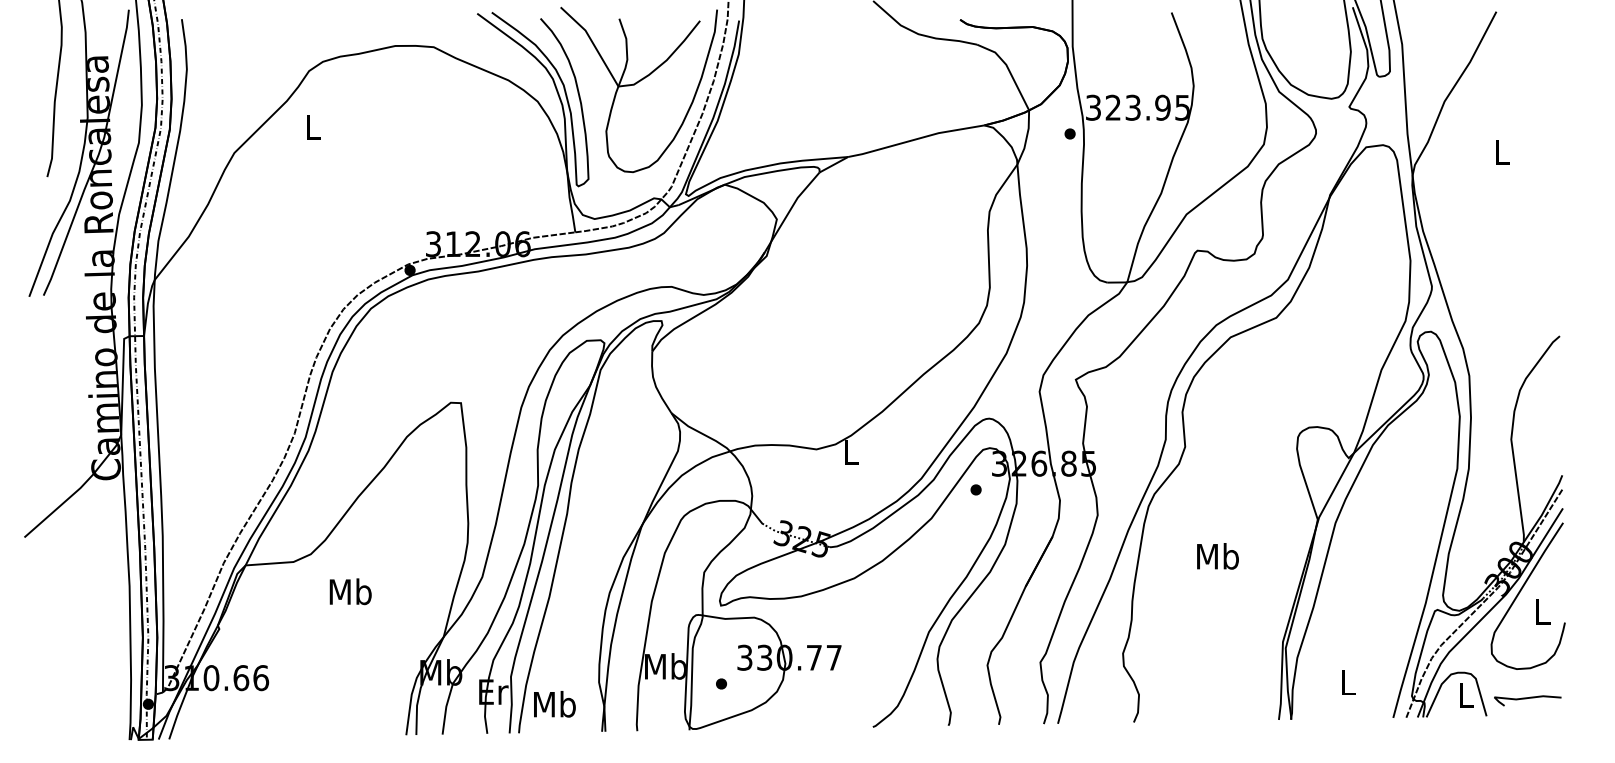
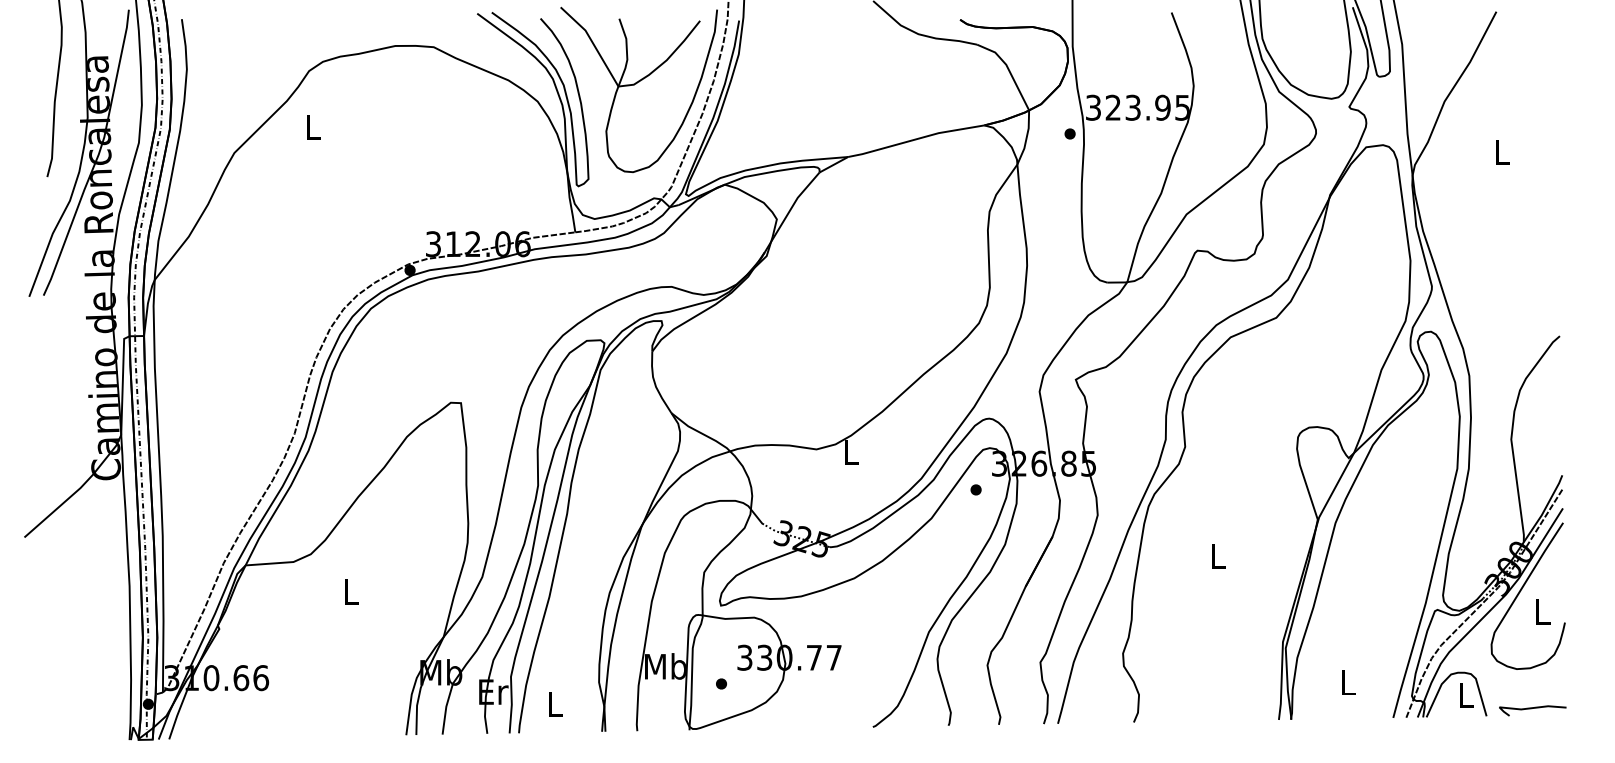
text at (1217, 556): Mb -> L
text at (350, 591): Mb -> L
curve at (1526, 699) position: (1526, 699) -> (1531, 709)
text at (554, 704): Mb -> L
